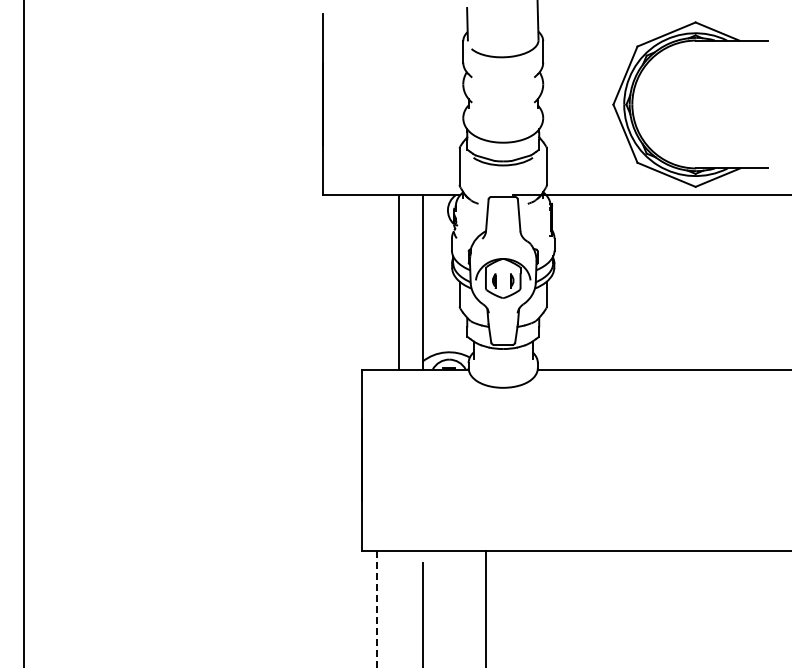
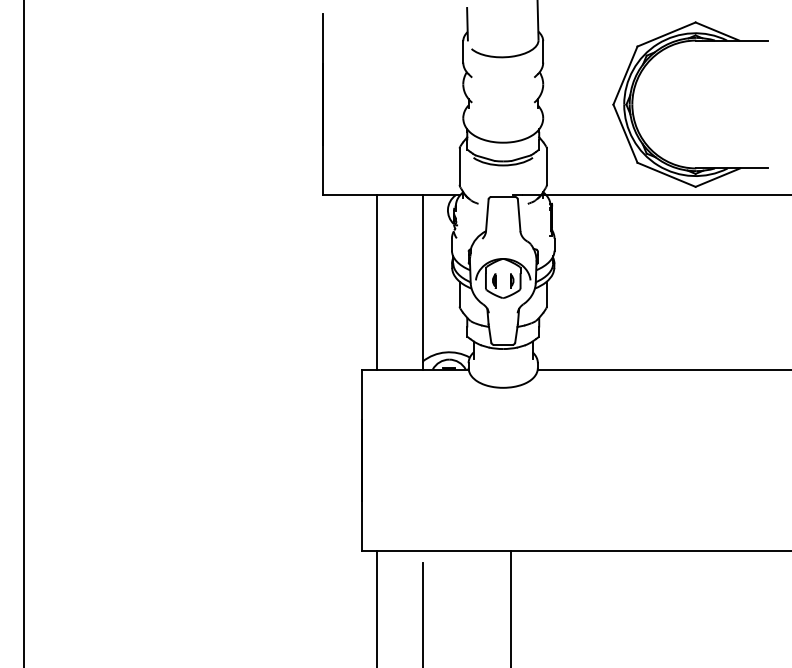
line at (399, 282) position: (399, 282) -> (377, 282)
line at (485, 607) position: (485, 607) -> (510, 607)
line at (377, 609): dashed -> solid
